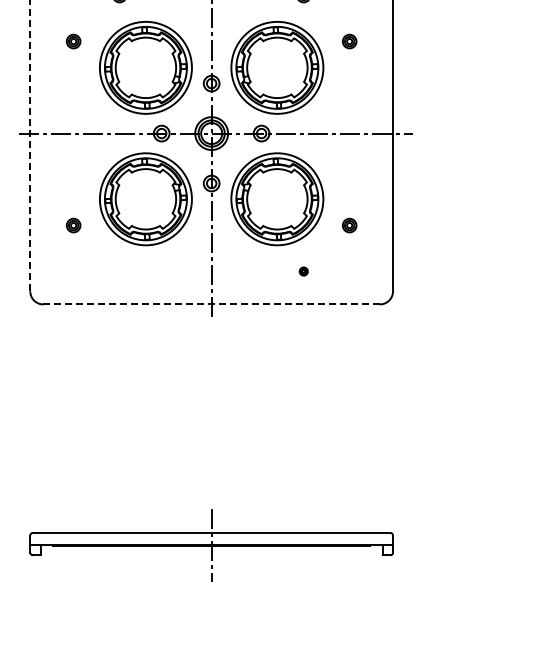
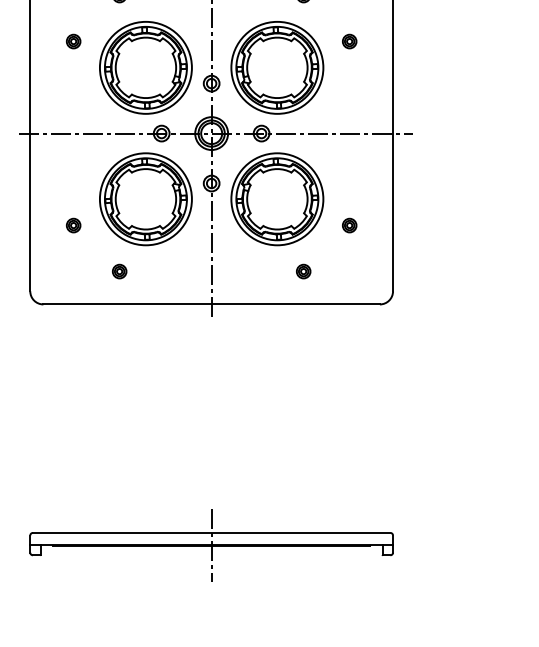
line at (30, 146): dashed -> solid
part at (119, 271): none -> present
part at (303, 271) size: 11x11 px -> 16x17 px
line at (211, 304): dashed -> solid
